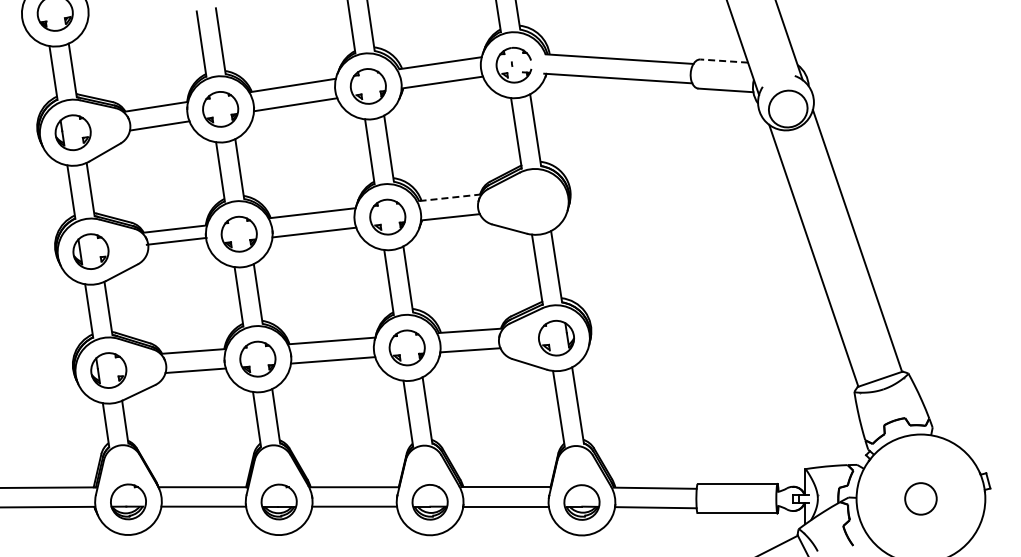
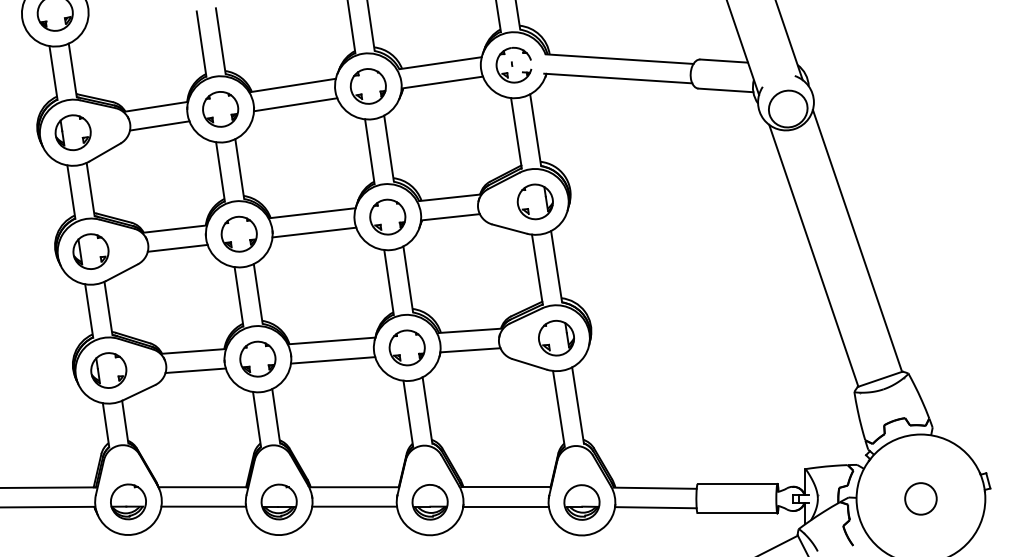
line at (724, 61): dashed -> solid
line at (450, 197): dashed -> solid
part at (534, 201): none -> present
line at (176, 240) position: (176, 240) -> (177, 247)
